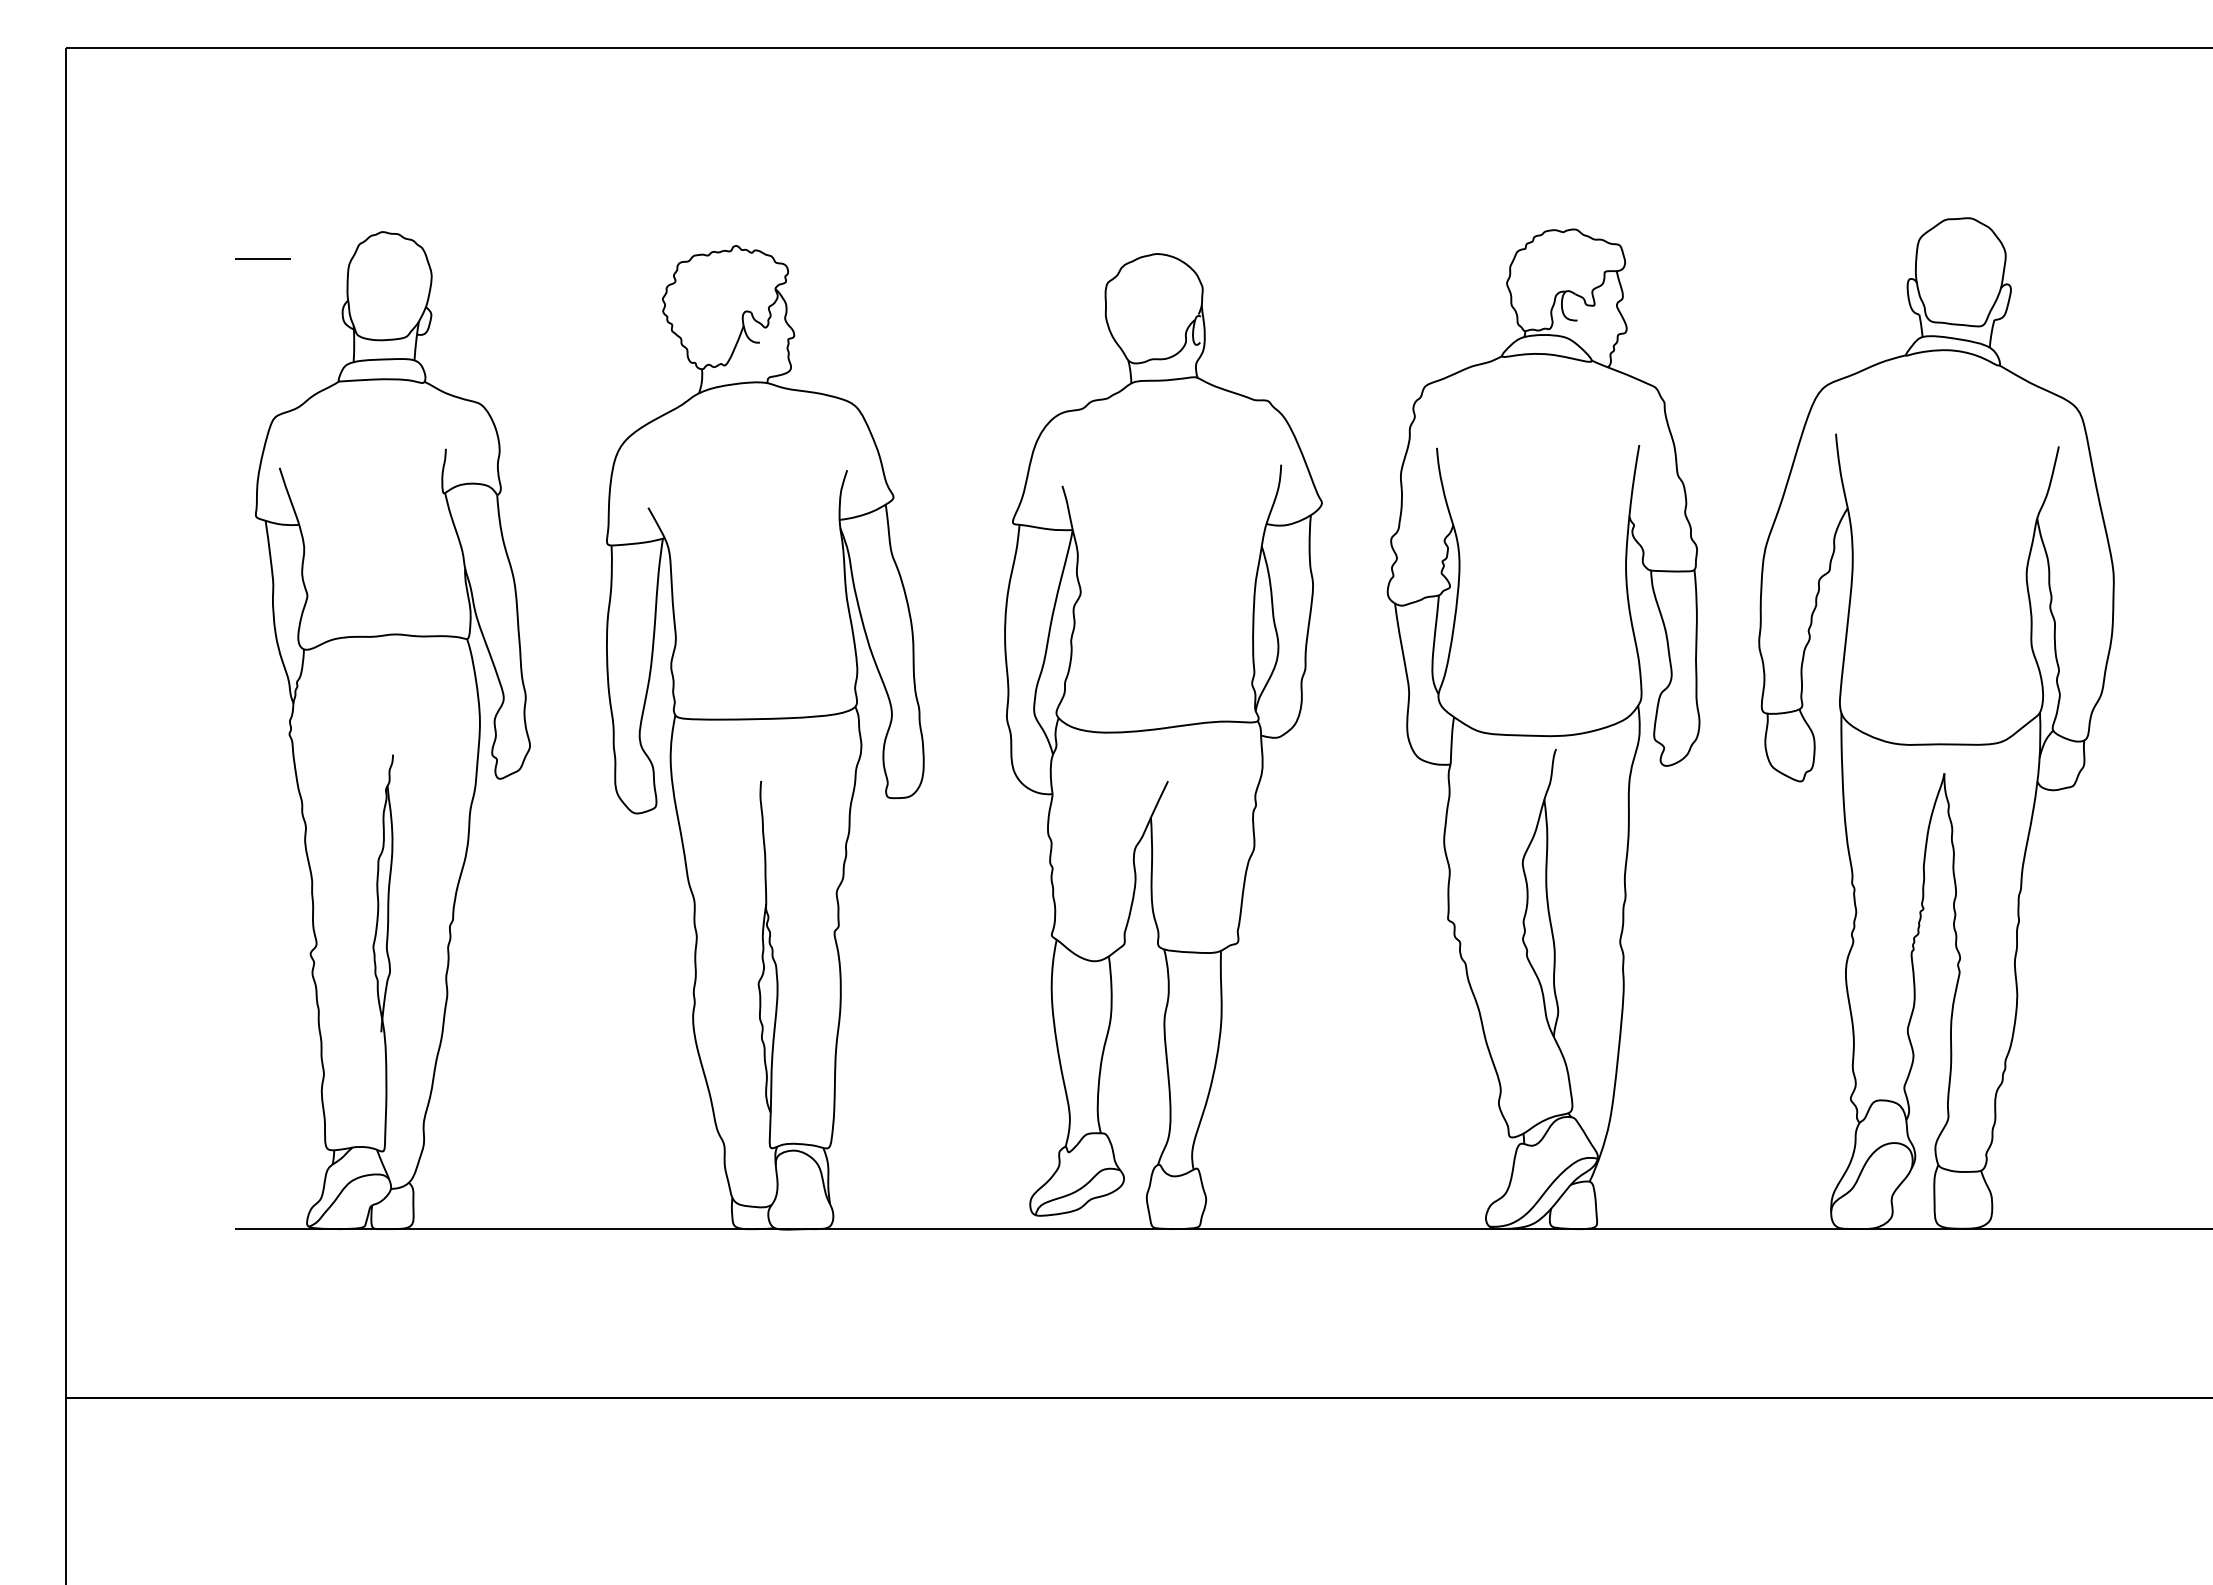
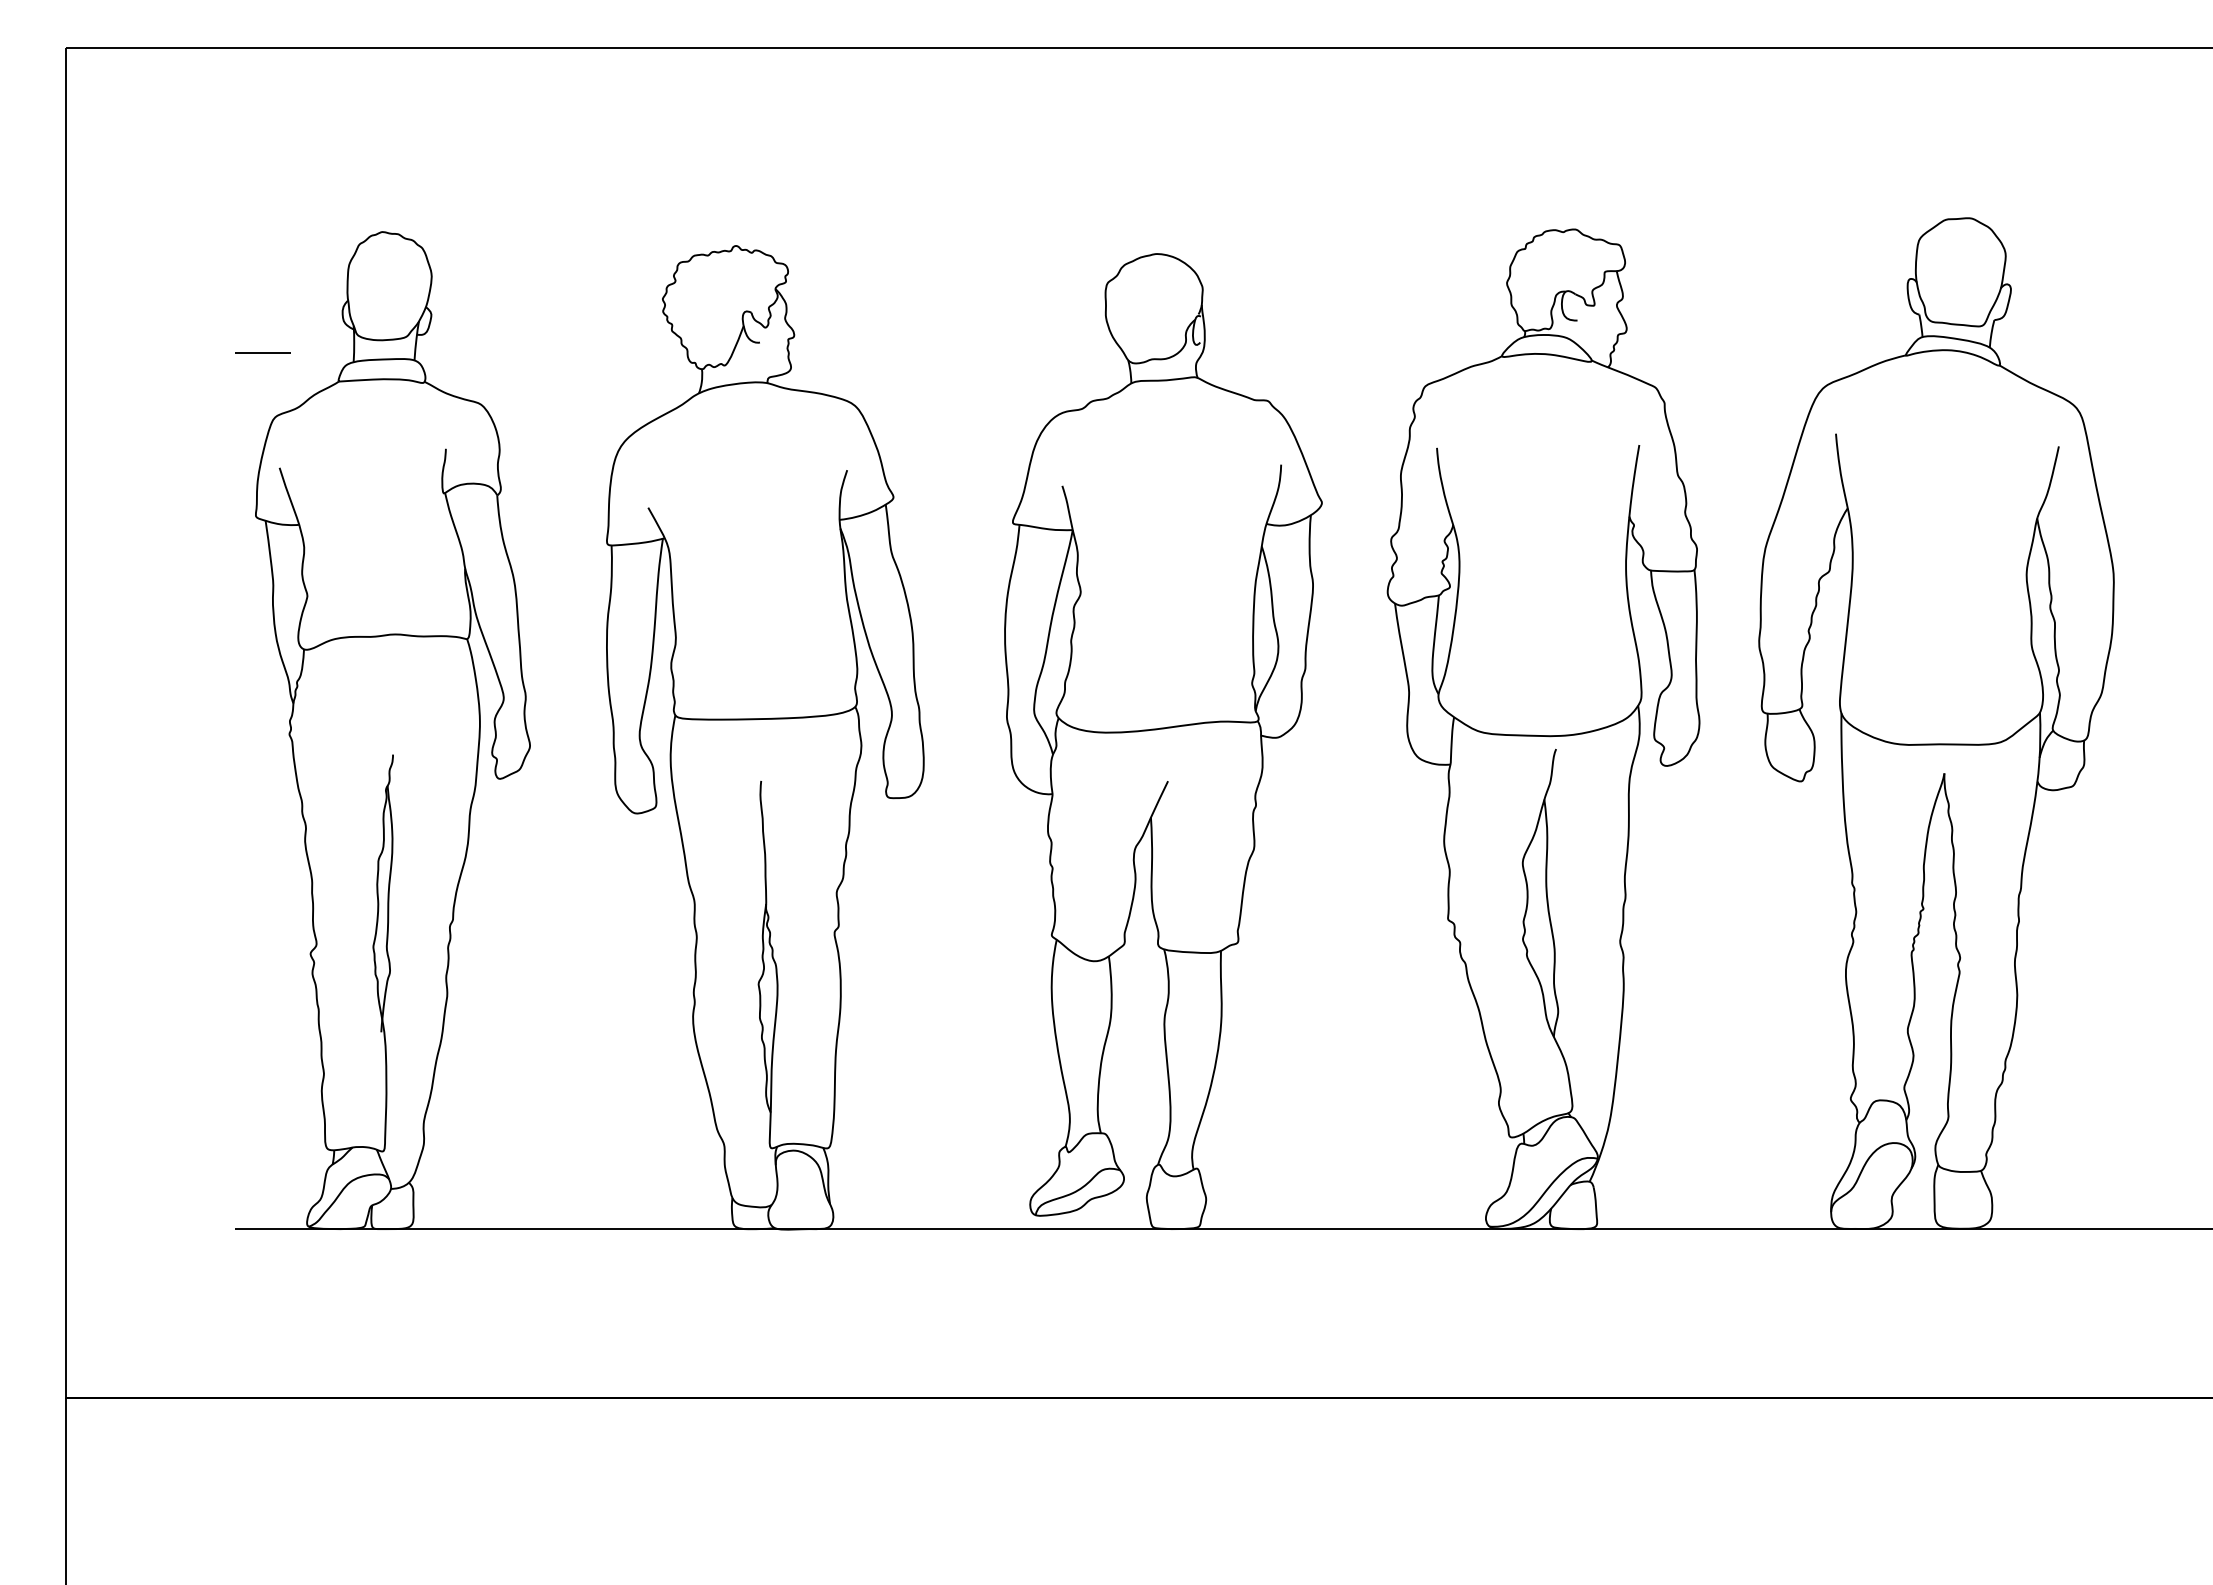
line at (262, 258) position: (262, 258) -> (262, 352)
